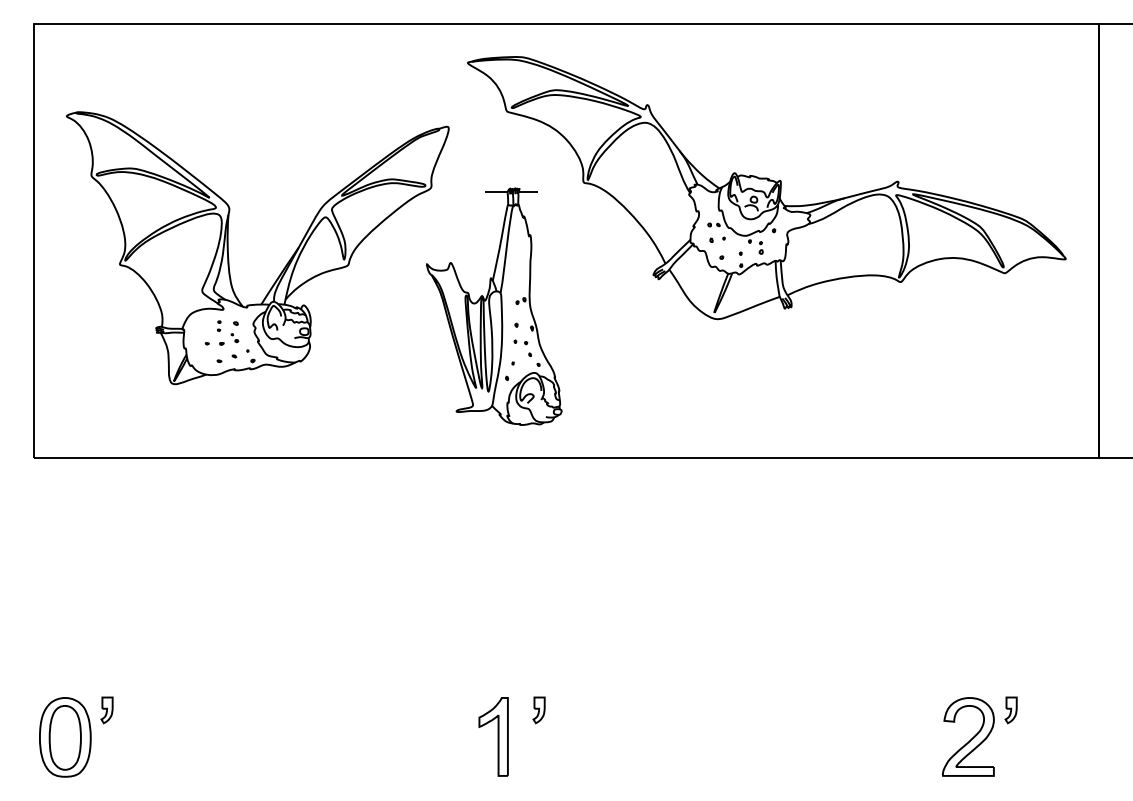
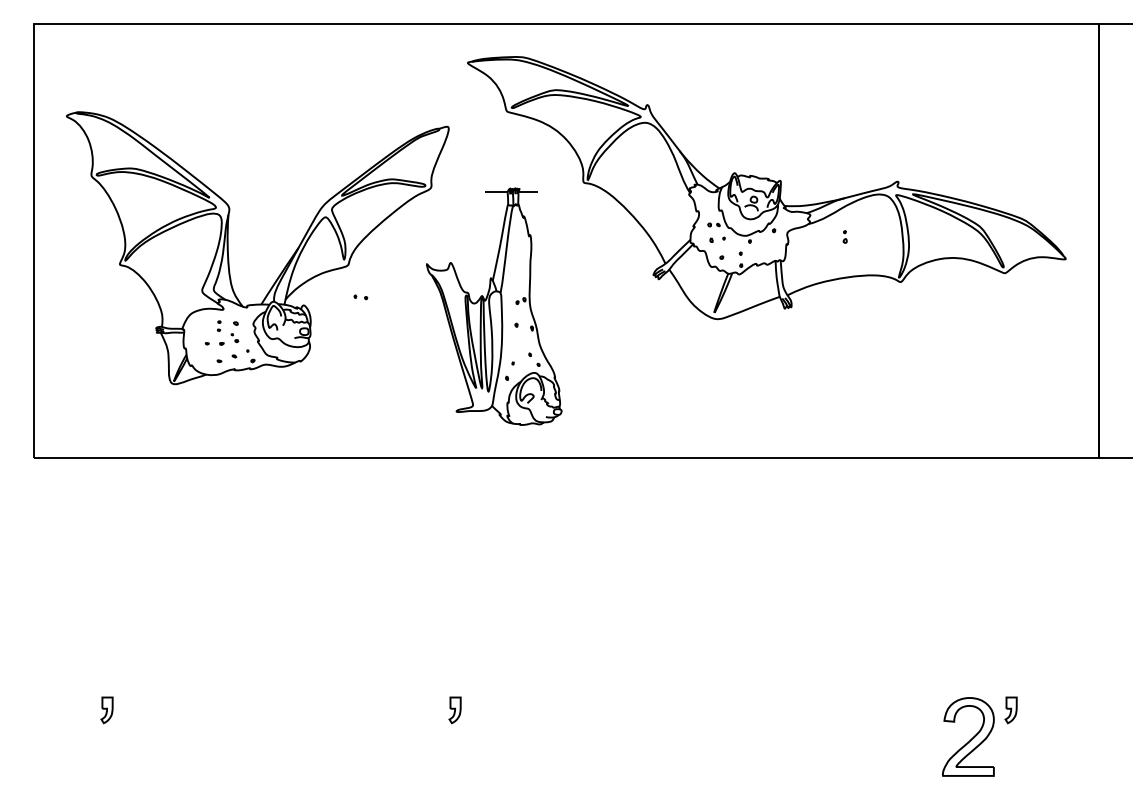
part at (760, 247) position: (760, 247) -> (844, 236)
part at (520, 342) position: (520, 342) -> (360, 297)
part at (538, 710) position: (538, 710) -> (454, 710)
part at (493, 736): present -> none
part at (65, 737): present -> none
